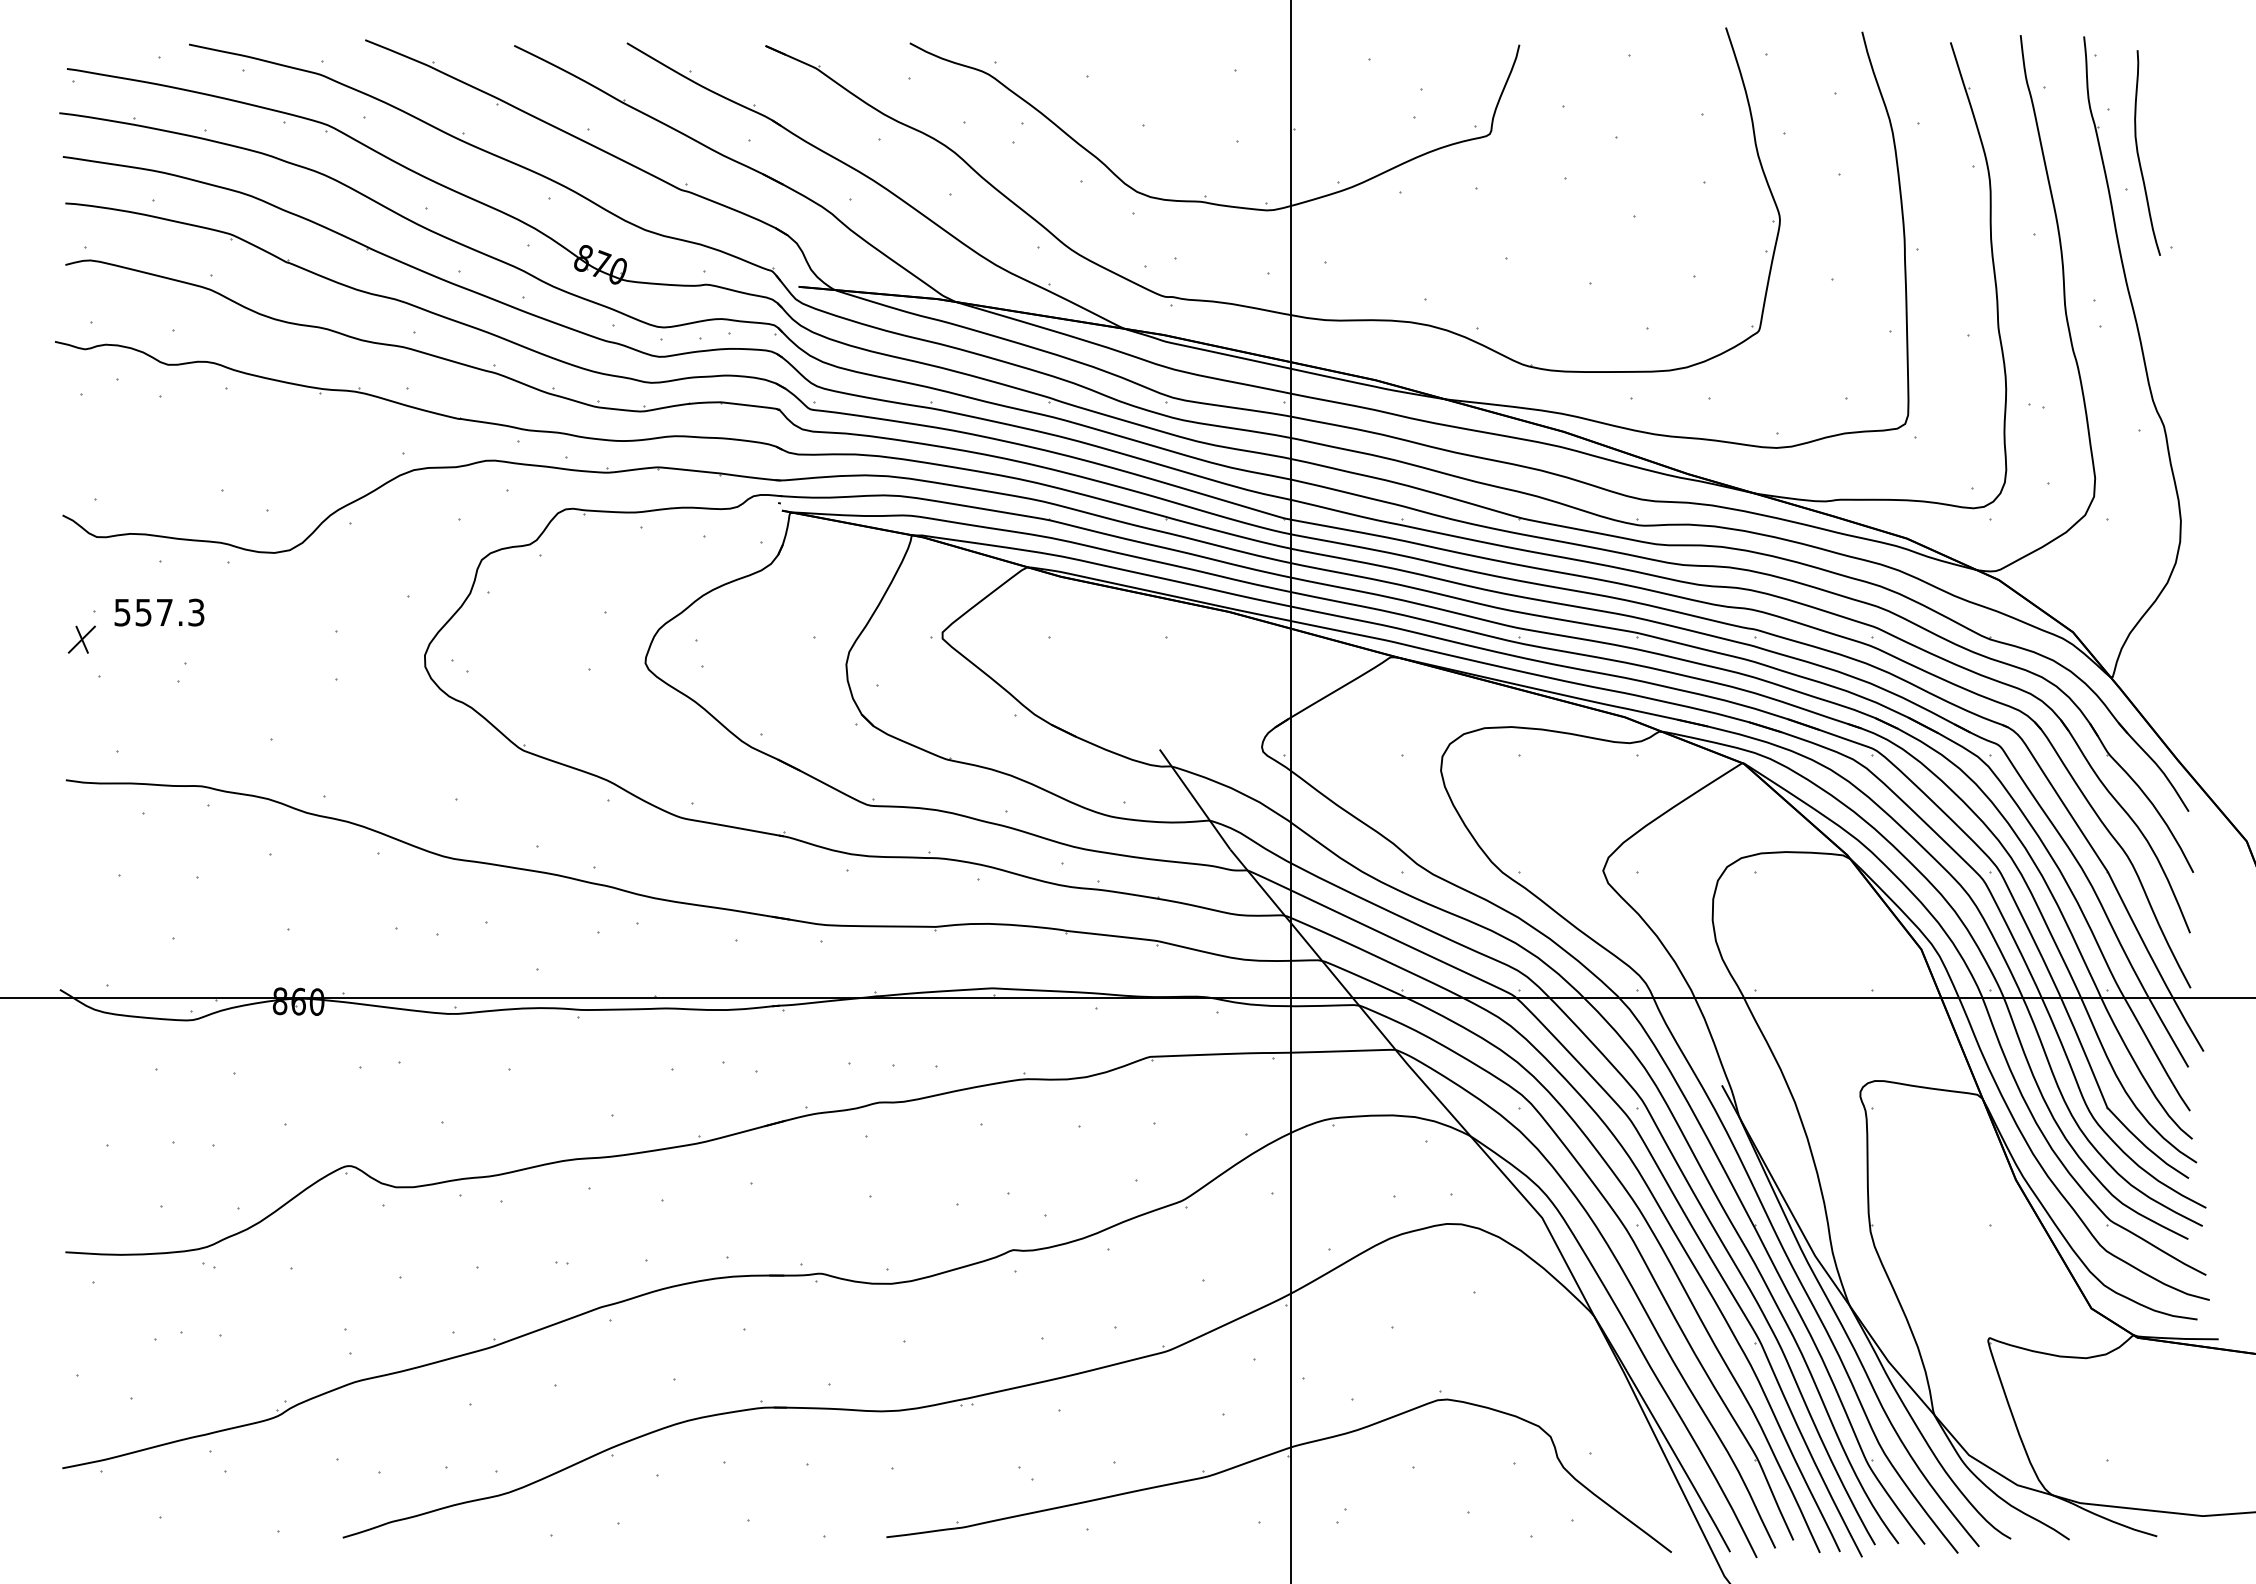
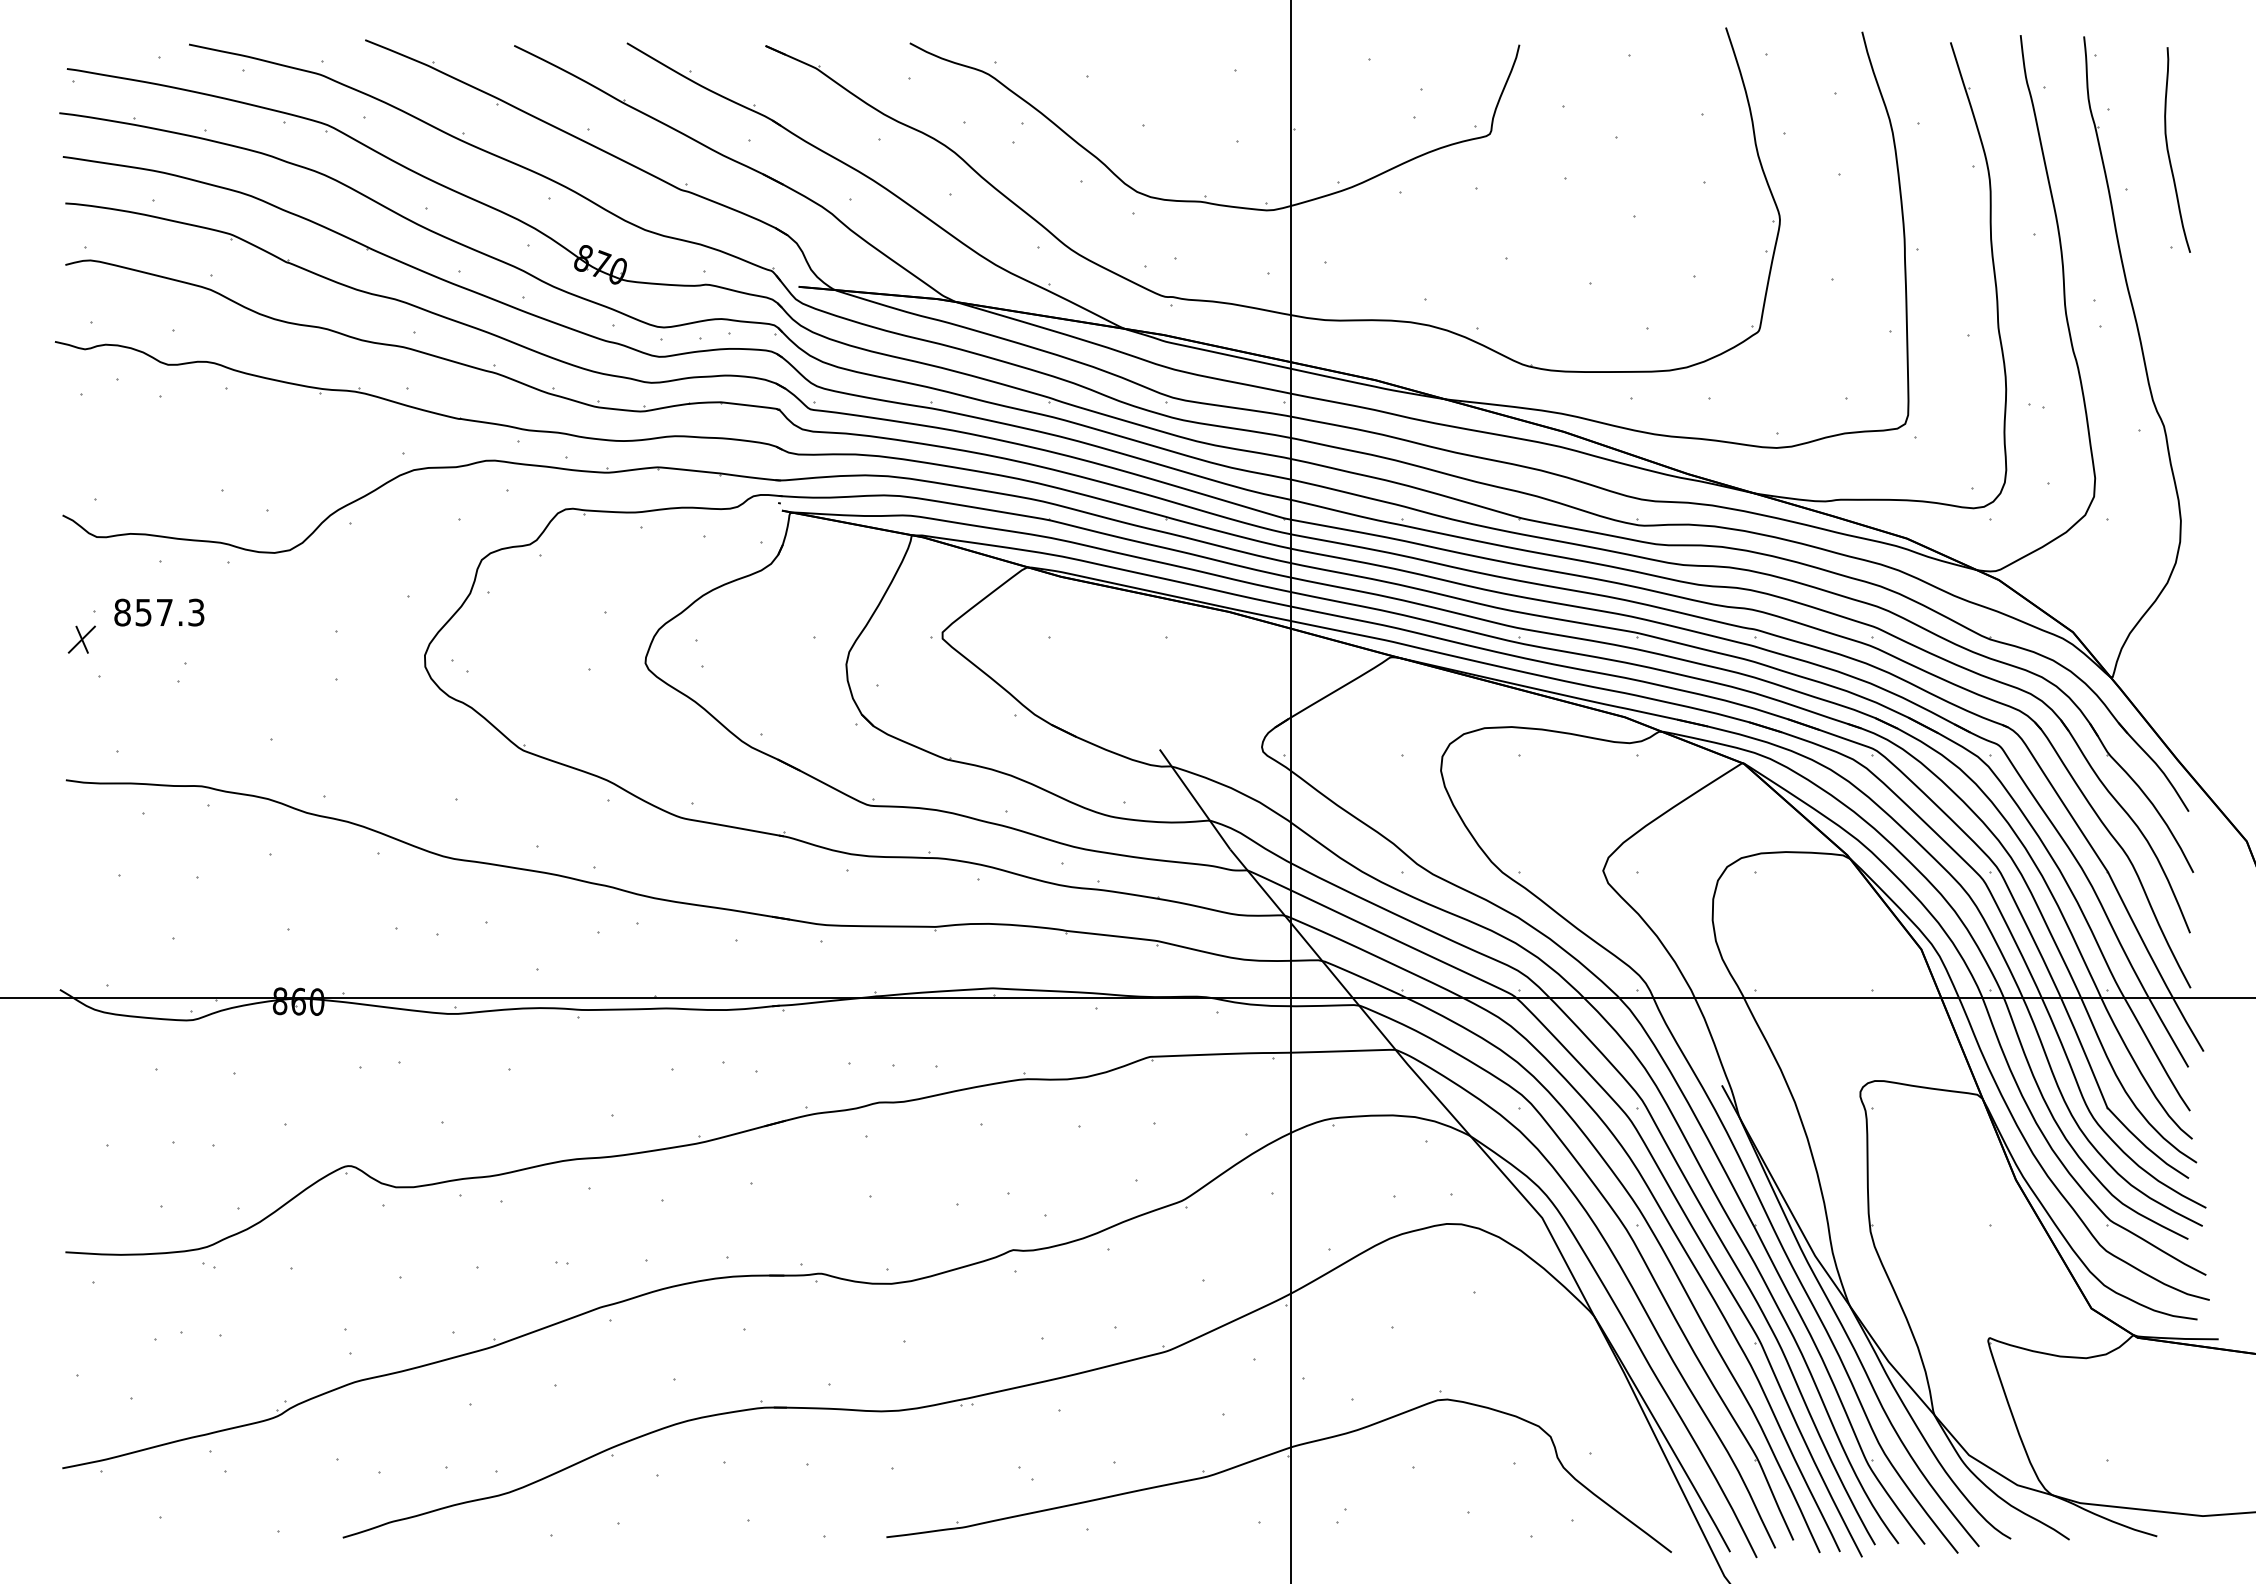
curve at (2139, 155) position: (2139, 155) -> (2169, 152)
text at (122, 612): 557.3 -> 857.3
